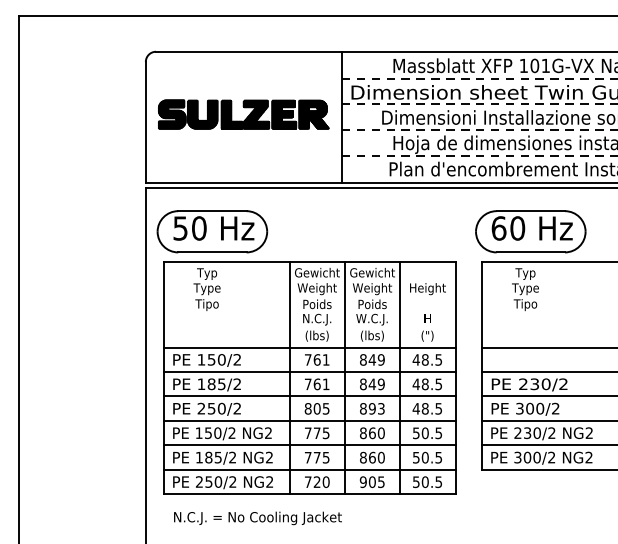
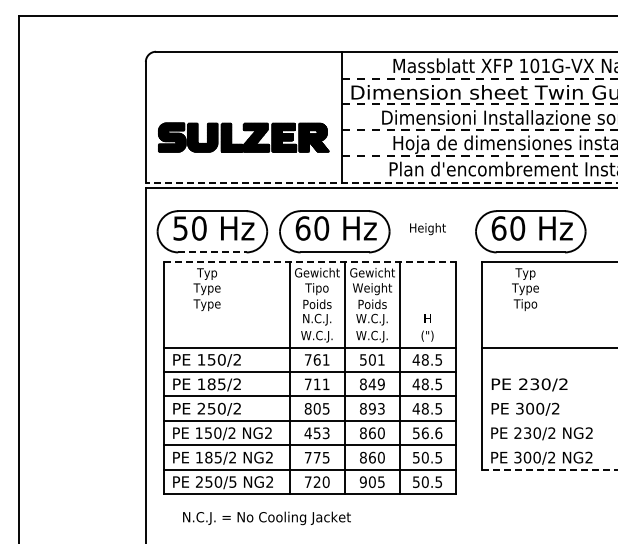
part at (243, 114) position: (243, 114) -> (243, 137)
line at (381, 182): solid -> dashed
part at (334, 231): none -> present
line at (212, 252): solid -> dashed
line at (309, 261): solid -> dashed
text at (316, 289): Weight -> Tipo
text at (427, 289) position: (427, 289) -> (427, 229)
text at (206, 305): Tipo -> Type
text at (316, 336): (lbs) -> W.C.J.
text at (371, 336): (lbs) -> W.C.J.
text at (372, 359): 849 -> 501
line at (548, 372): present -> none
text at (316, 384): 761 -> 711
line at (548, 396): present -> none
line at (548, 420): present -> none
text at (316, 433): 775 -> 453
text at (432, 433): 50.5 -> 56.6
line at (548, 445): present -> none
line at (549, 469): solid -> dashed
text at (232, 481): 250/2 -> 250/5
text at (257, 518) position: (257, 518) -> (266, 518)
